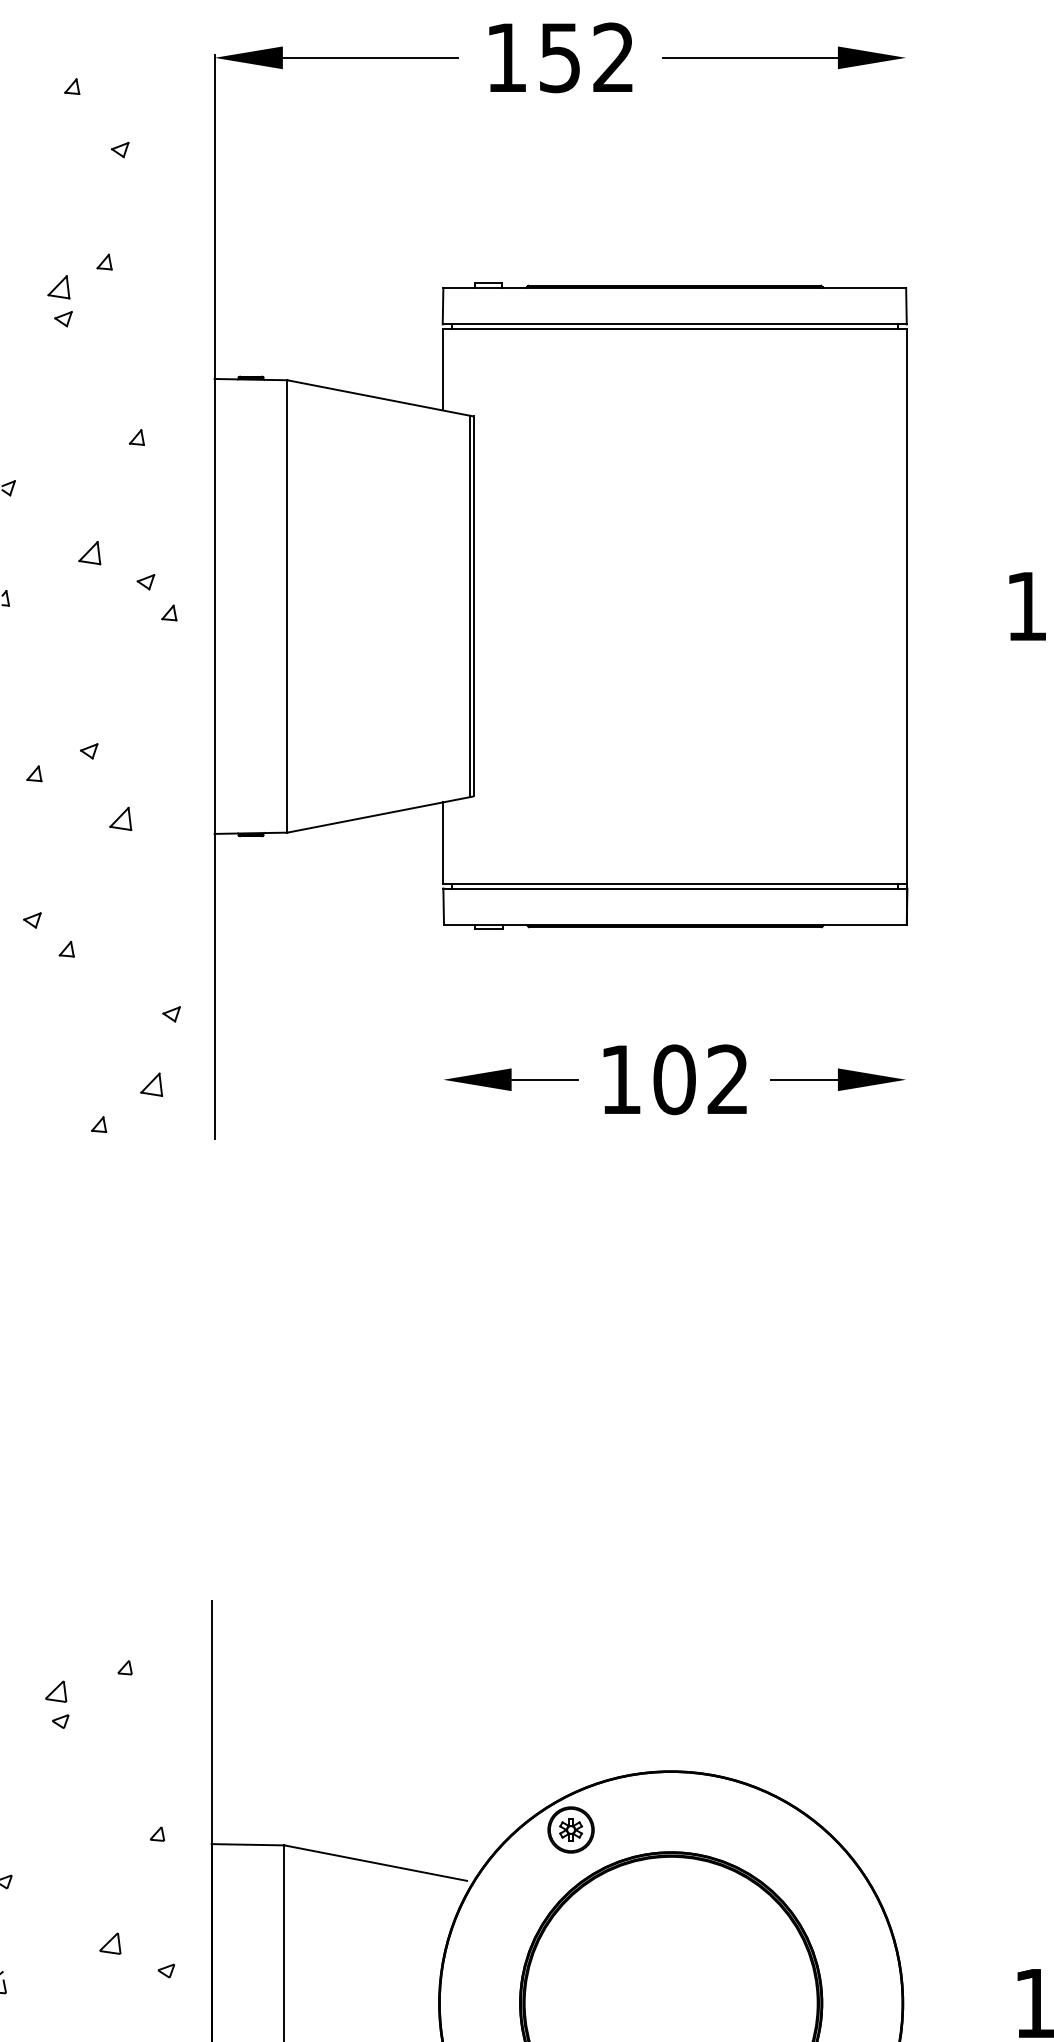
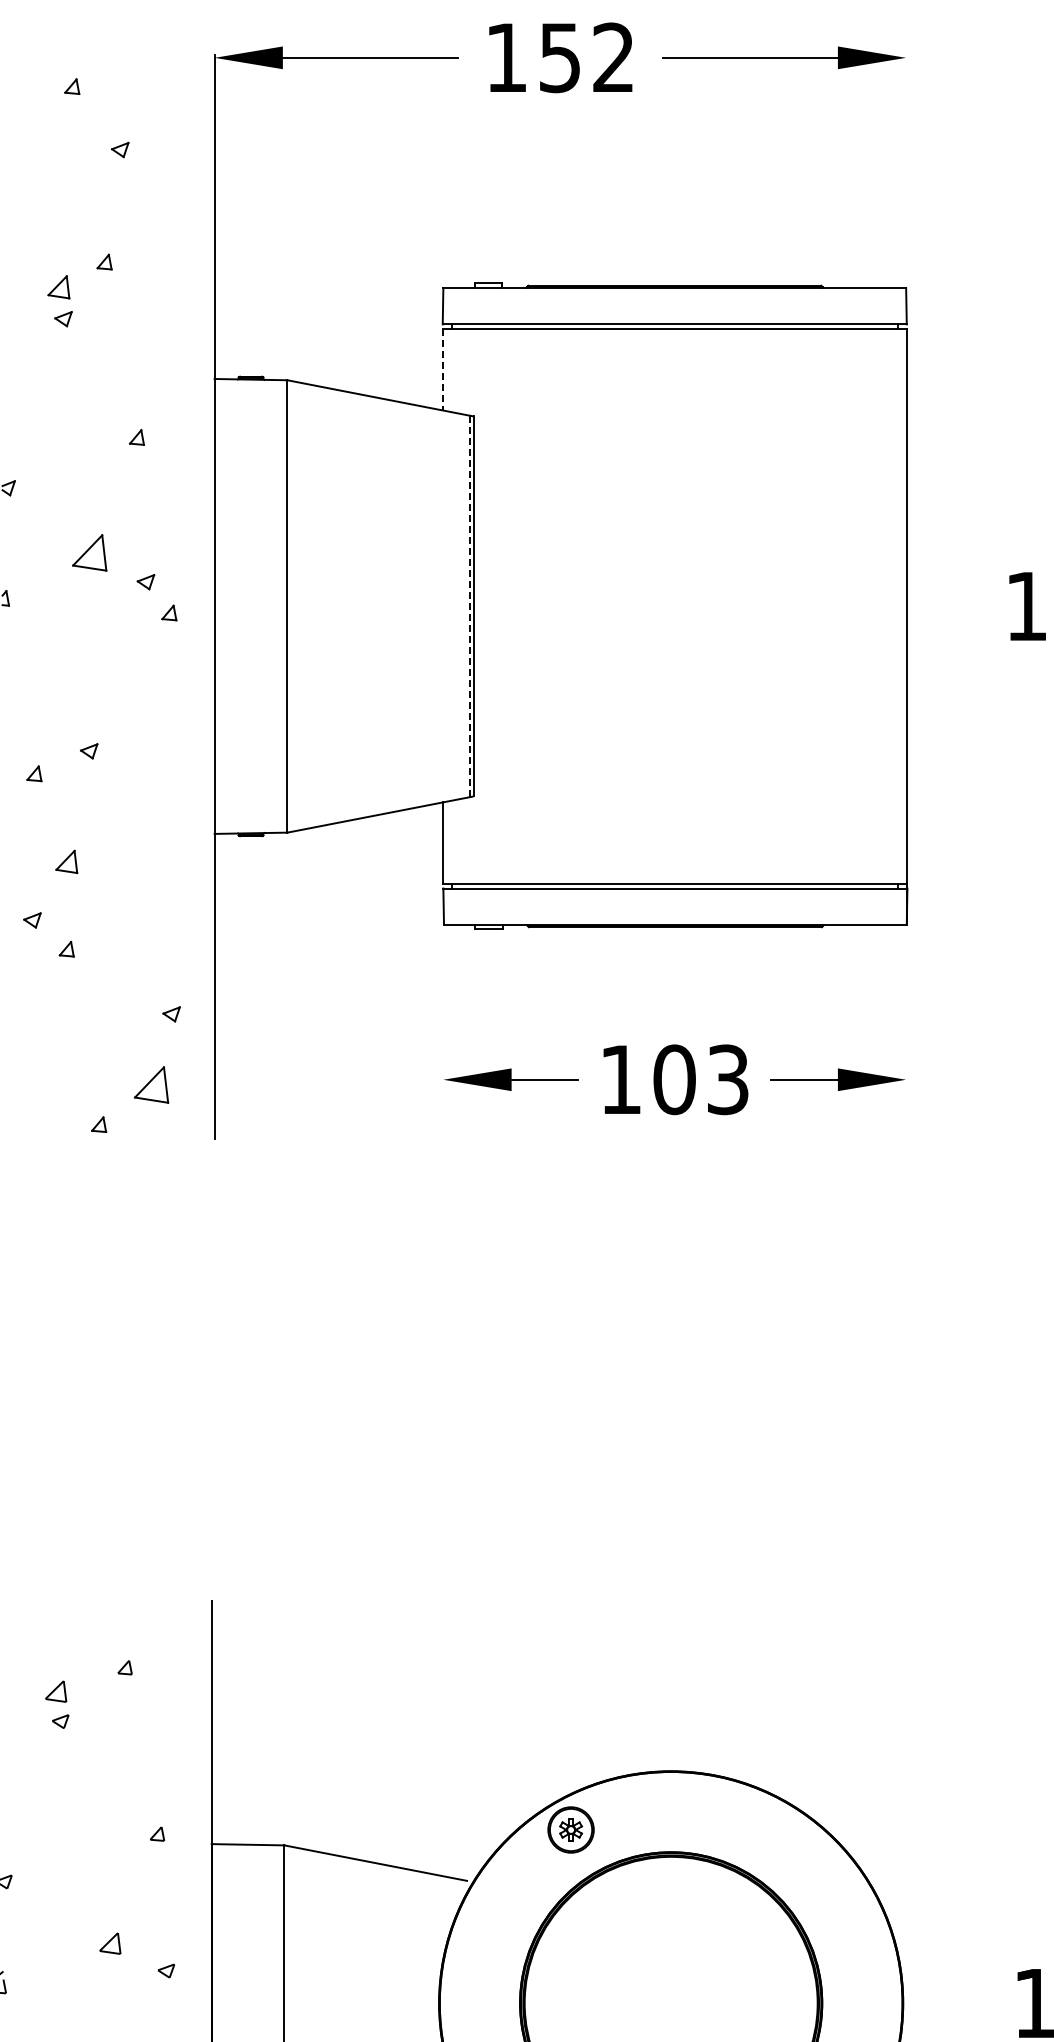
line at (442, 369): solid -> dashed
part at (89, 553) size: 24x25 px -> 36x38 px
line at (469, 606): solid -> dashed
part at (120, 818) position: (120, 818) -> (66, 861)
text at (727, 1079): 102 -> 103
part at (151, 1084) size: 24x25 px -> 36x38 px
